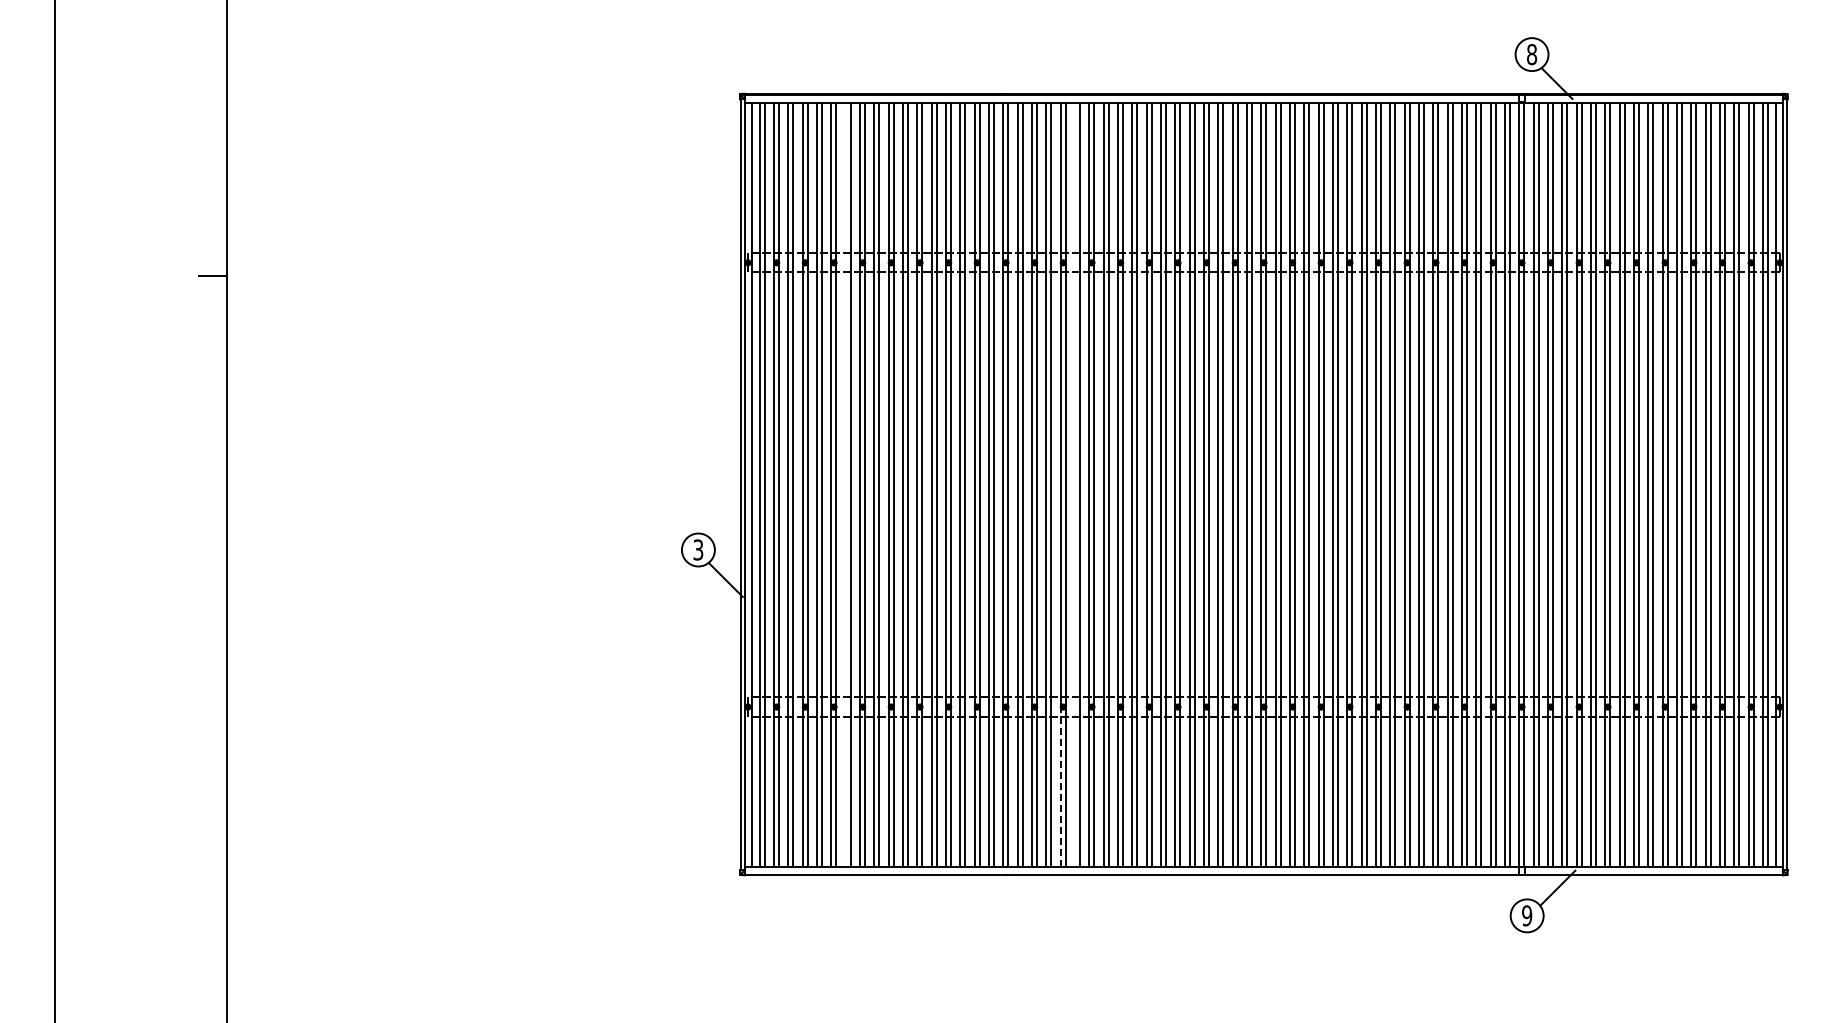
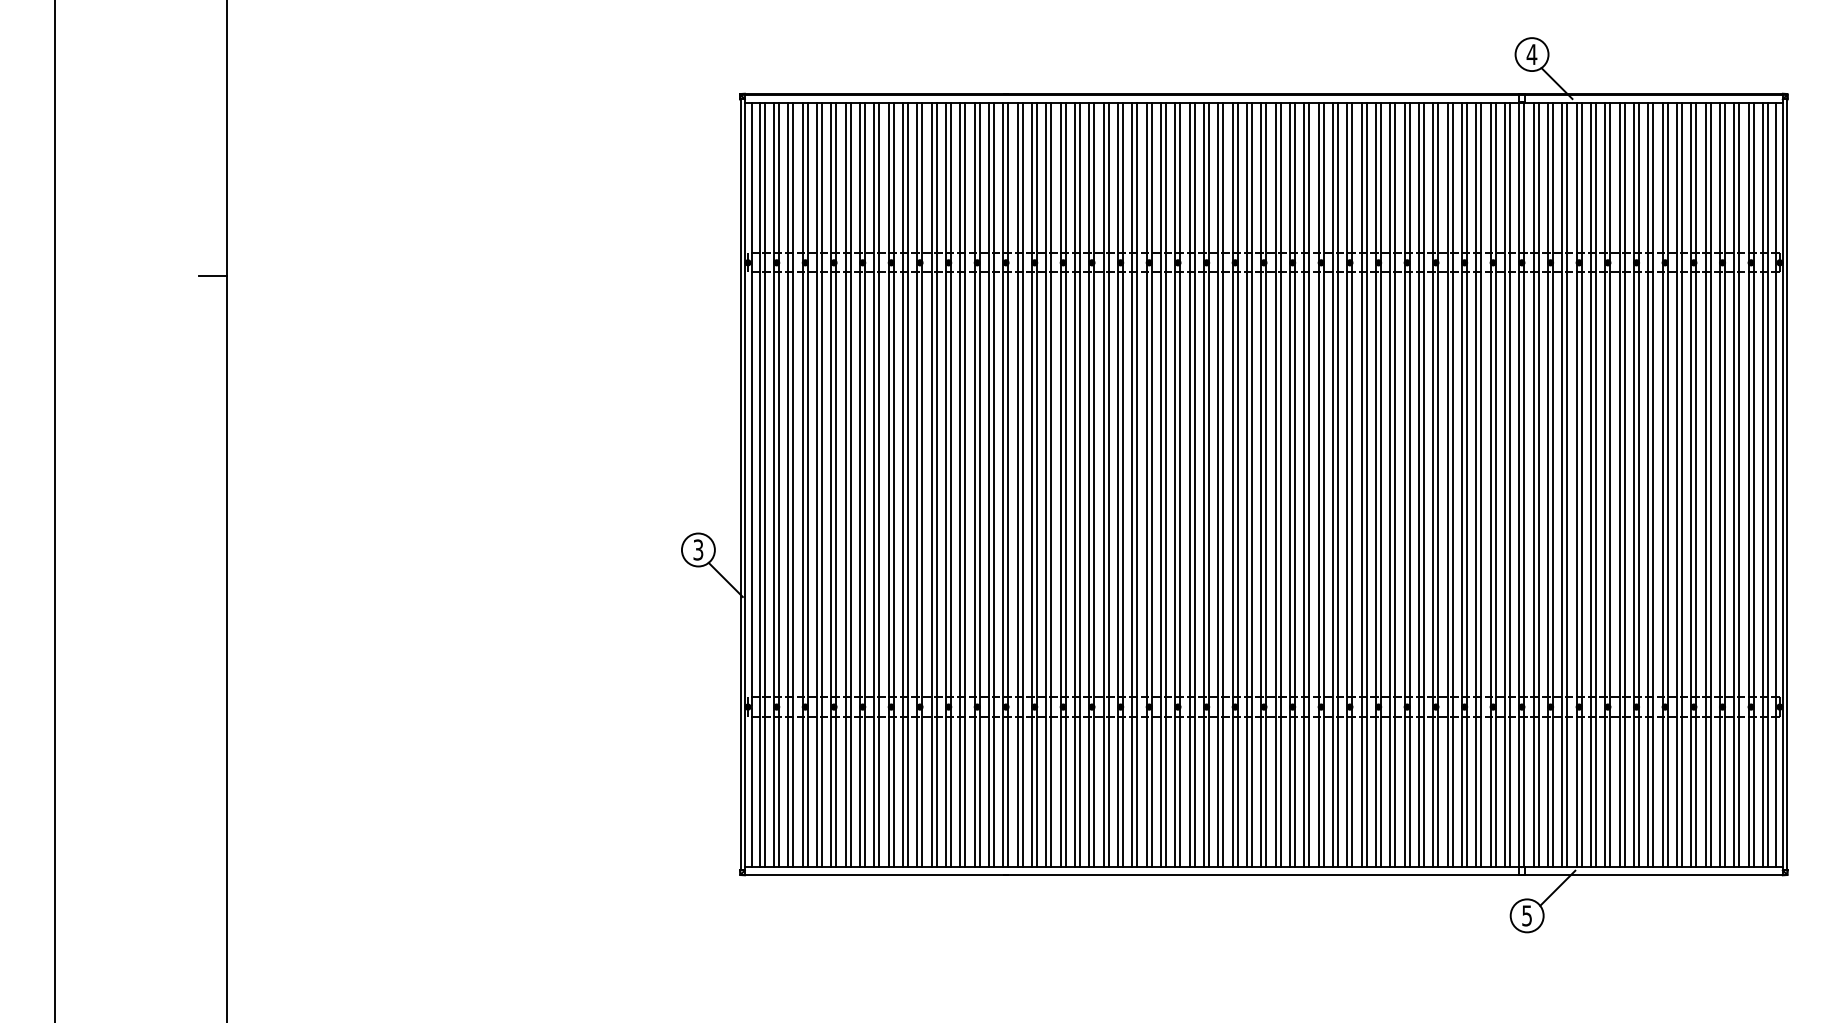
text at (1531, 54): 8 -> 4
line at (845, 484): none -> present
line at (1075, 484): none -> present
line at (1060, 787): dashed -> solid
text at (1527, 915): 9 -> 5
